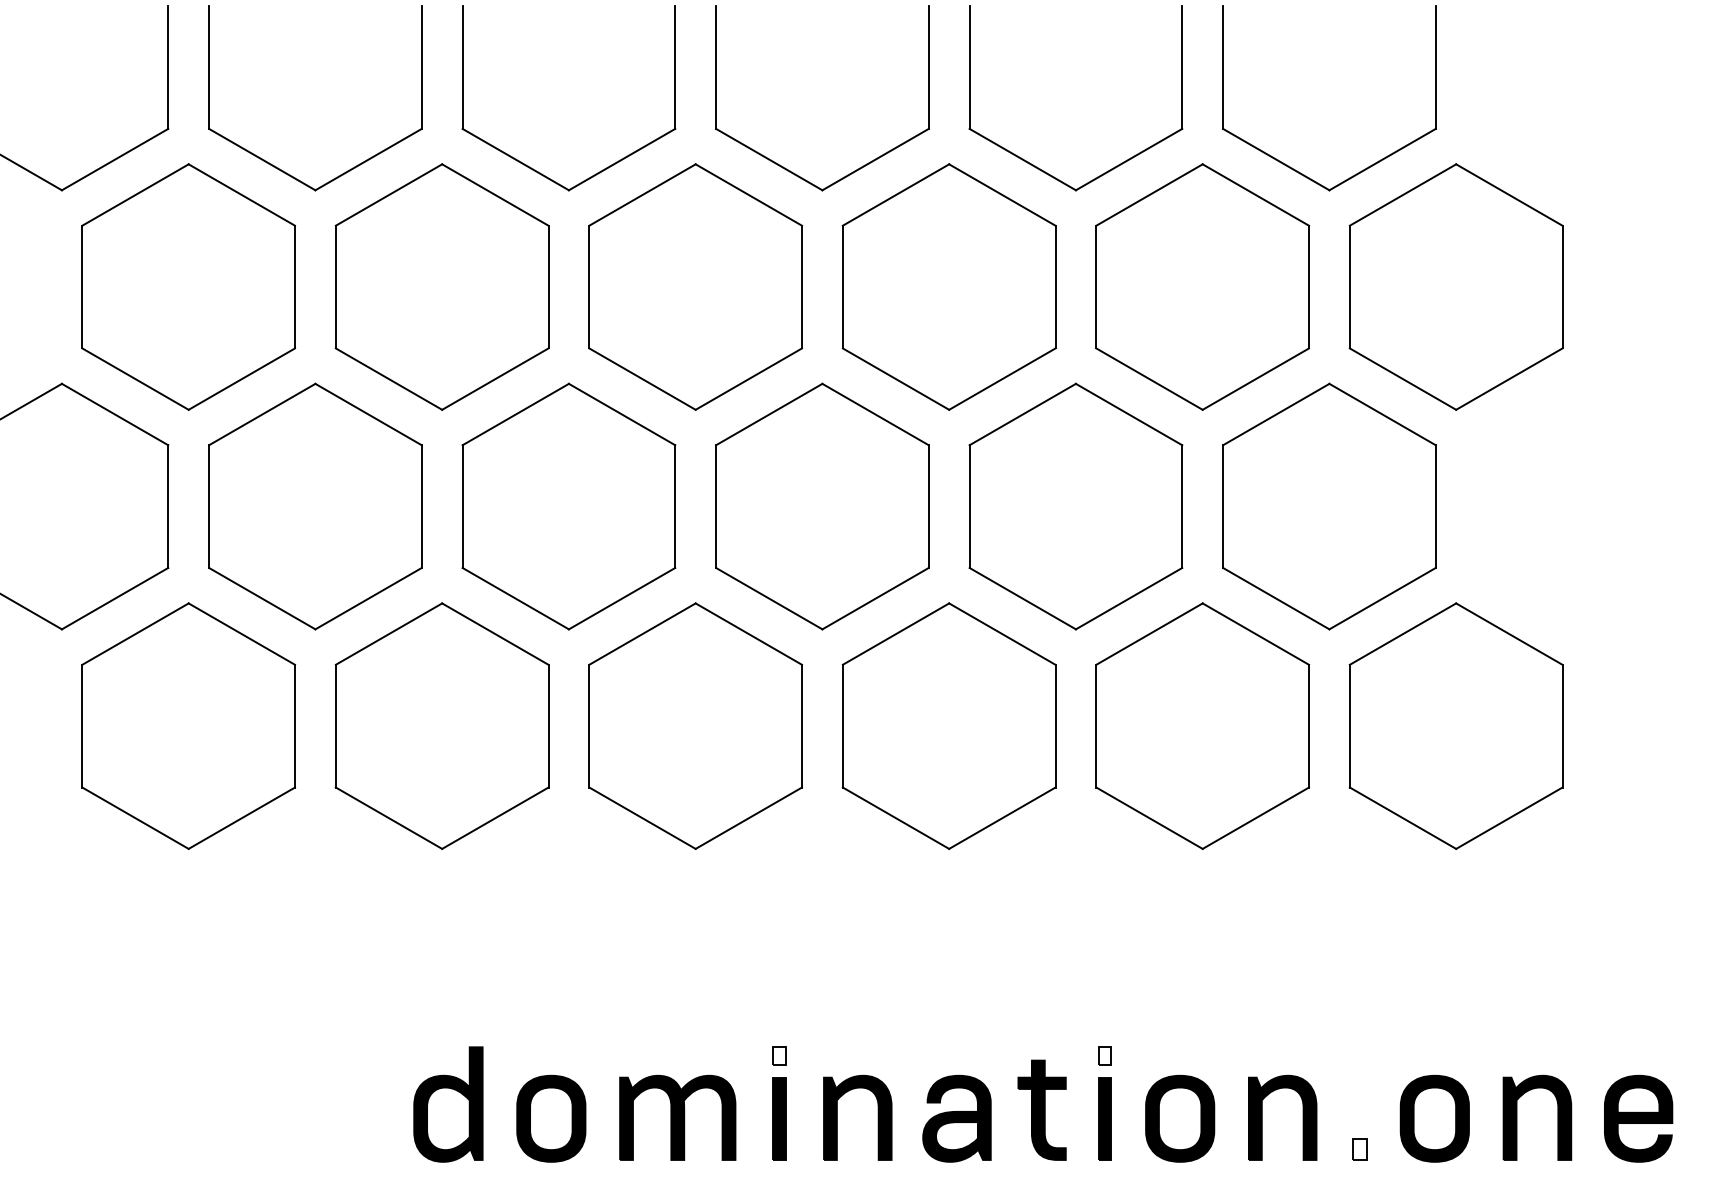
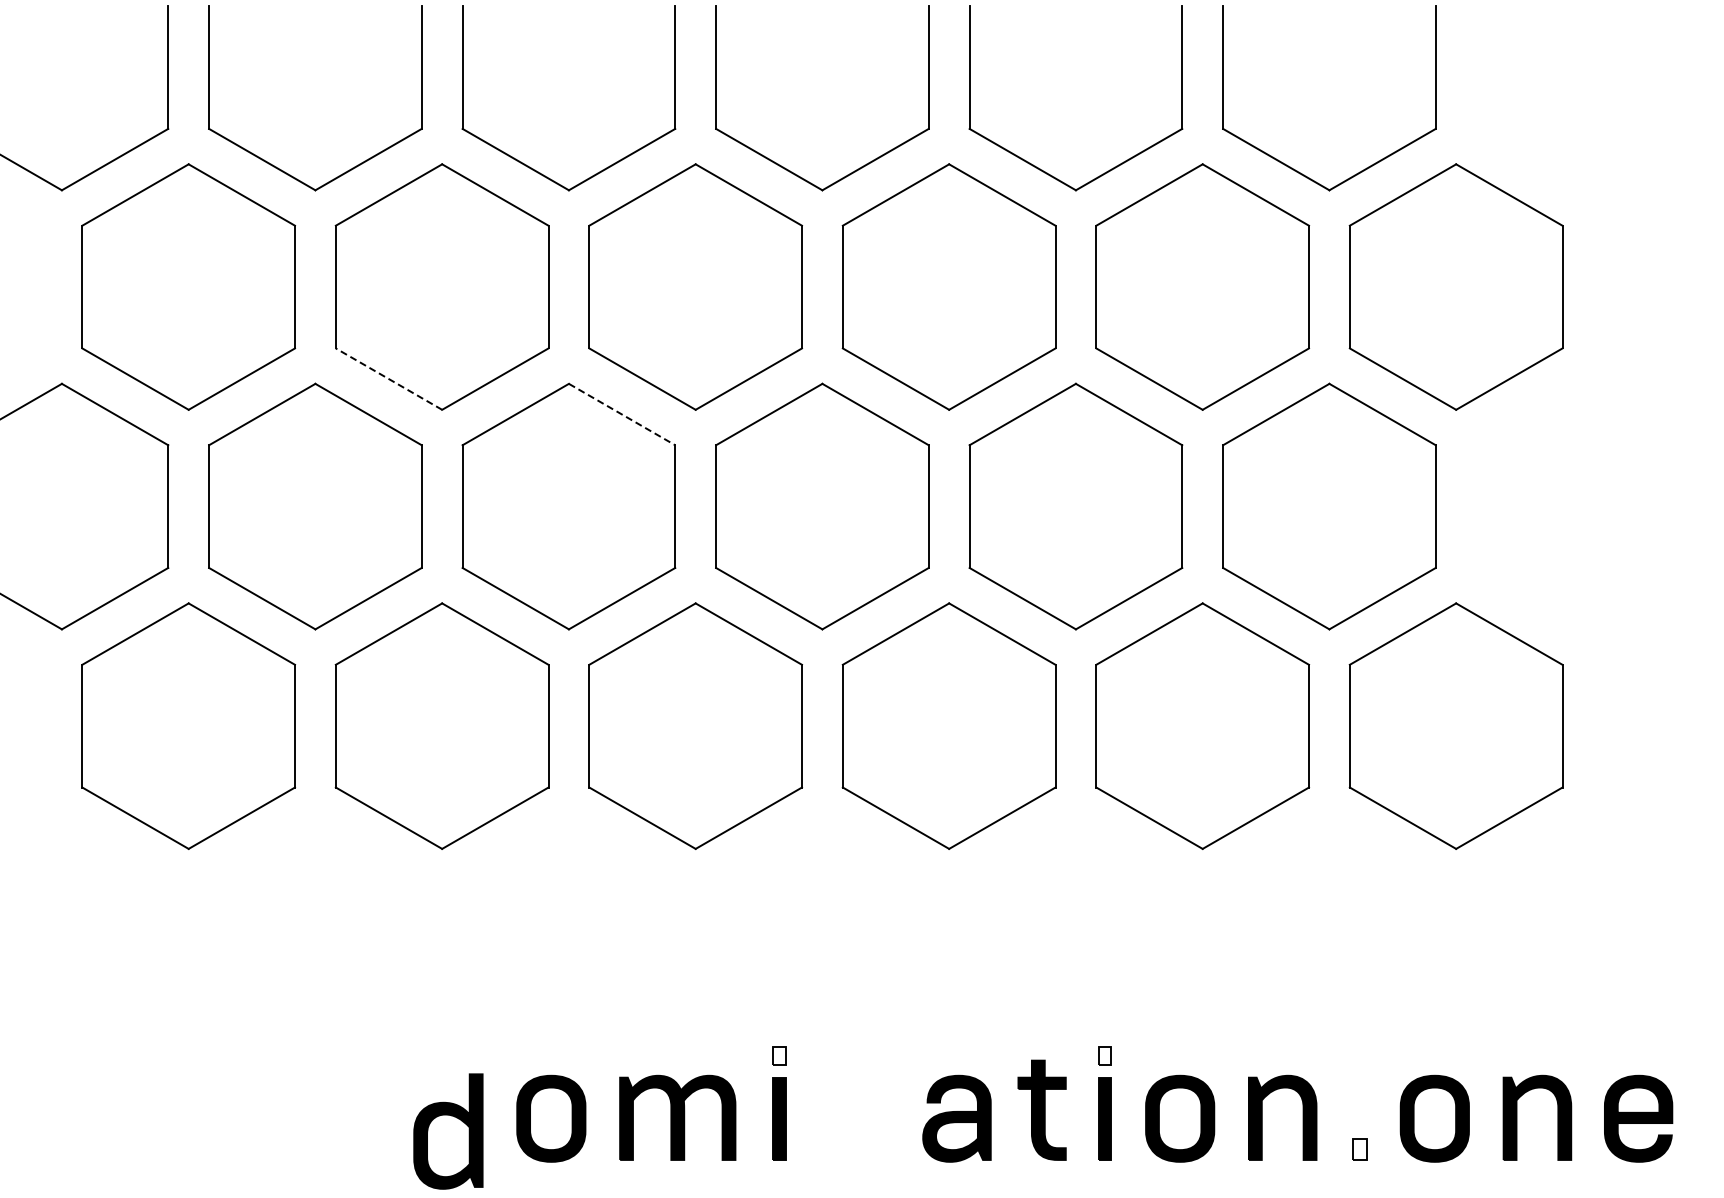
line at (388, 378): solid -> dashed
line at (622, 414): solid -> dashed
part at (448, 1104) position: (448, 1104) -> (448, 1131)
part at (837, 1117): present -> none
